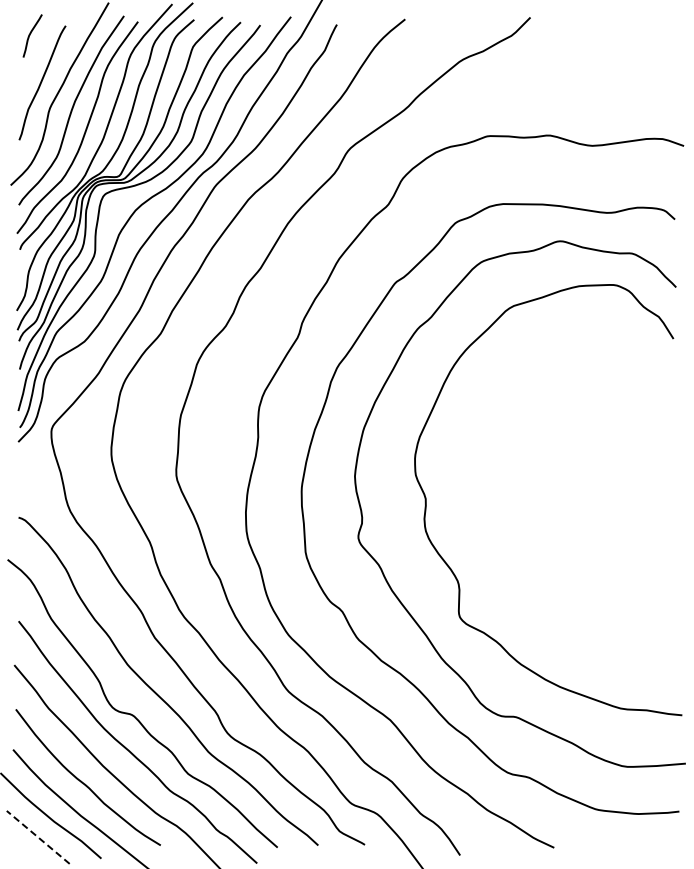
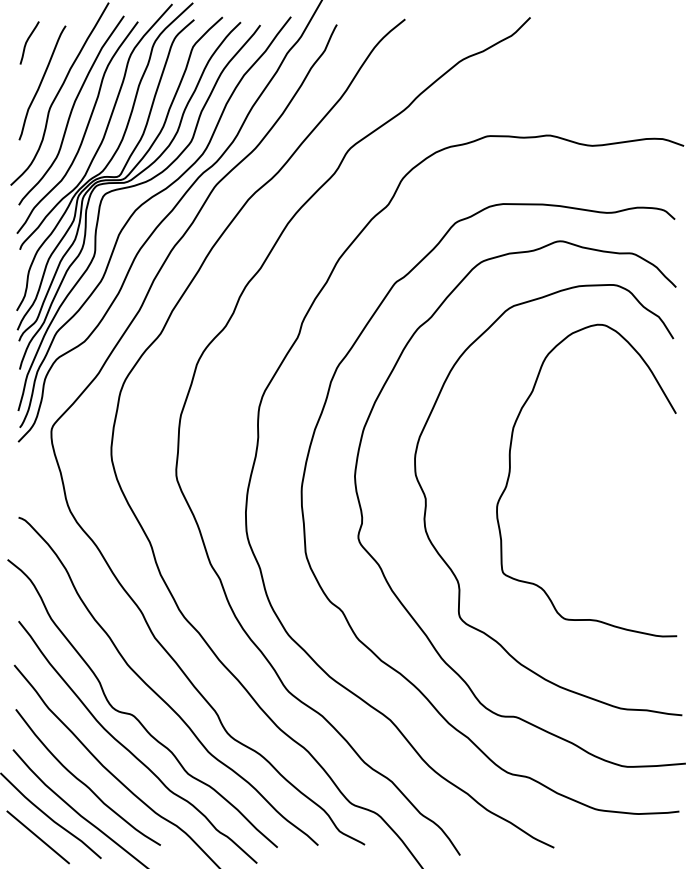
curve at (30, 35) position: (30, 35) -> (27, 42)
curve at (510, 474): none -> present
line at (37, 837): dashed -> solid
